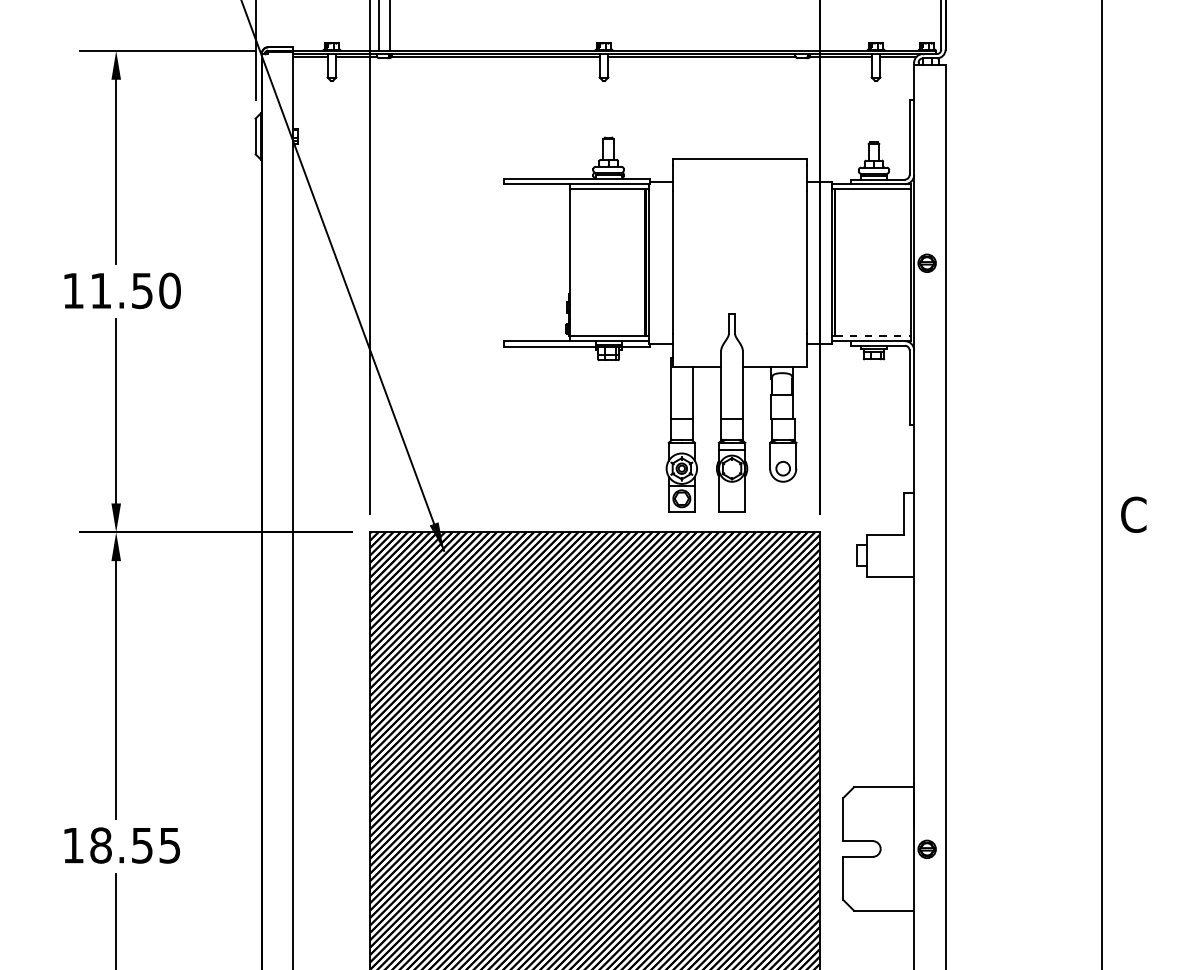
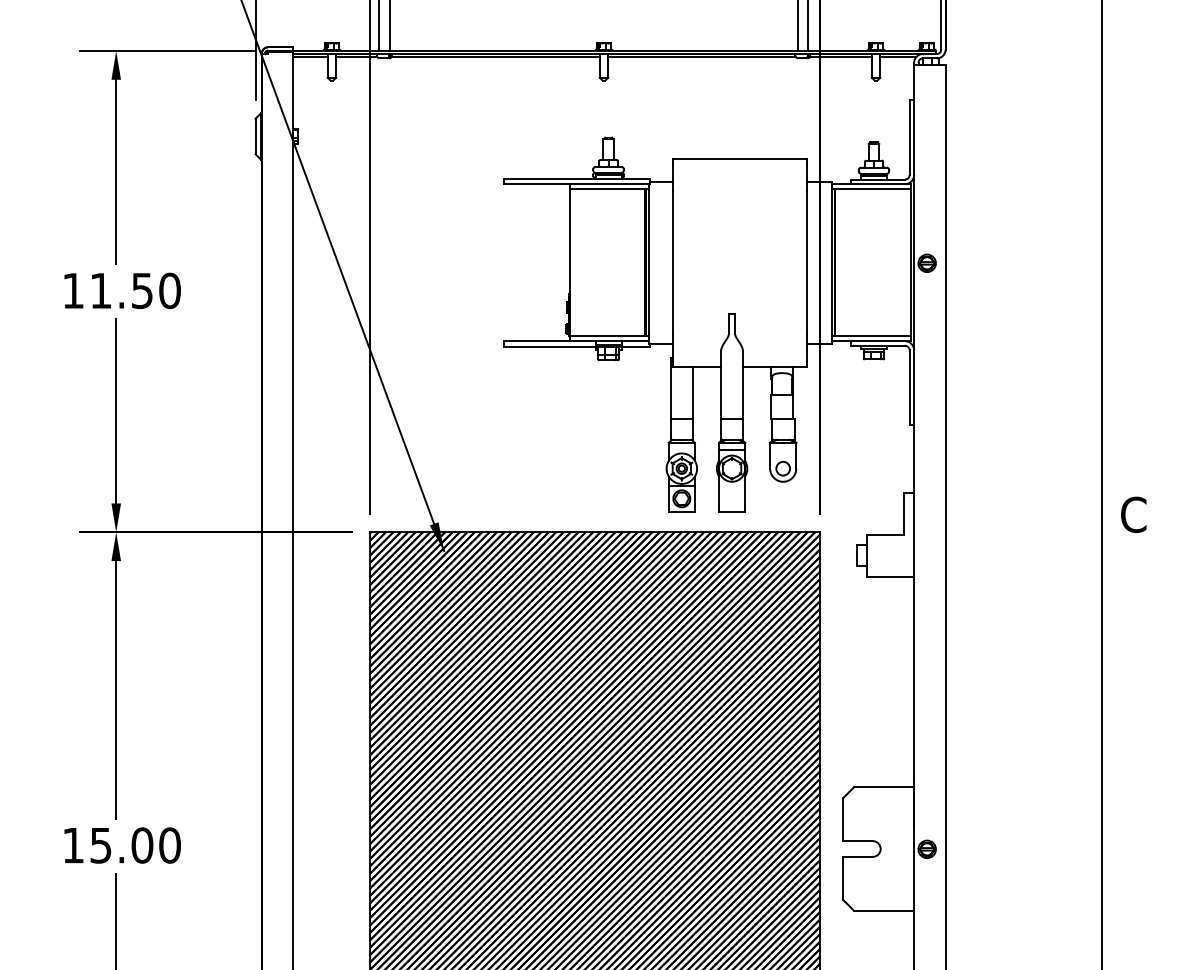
line at (797, 26): none -> present
line at (808, 26): none -> present
line at (873, 335): dashed -> solid
text at (135, 845): 18.55 -> 15.00
